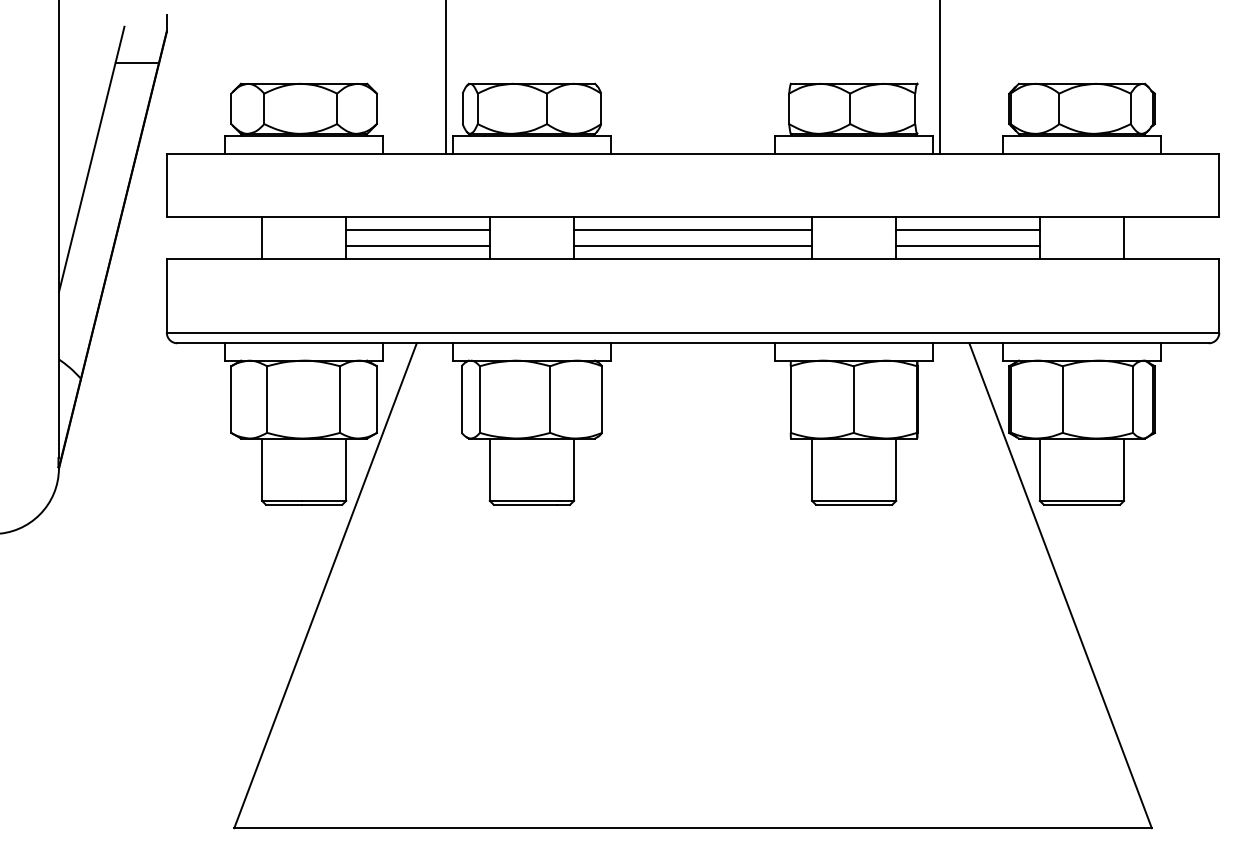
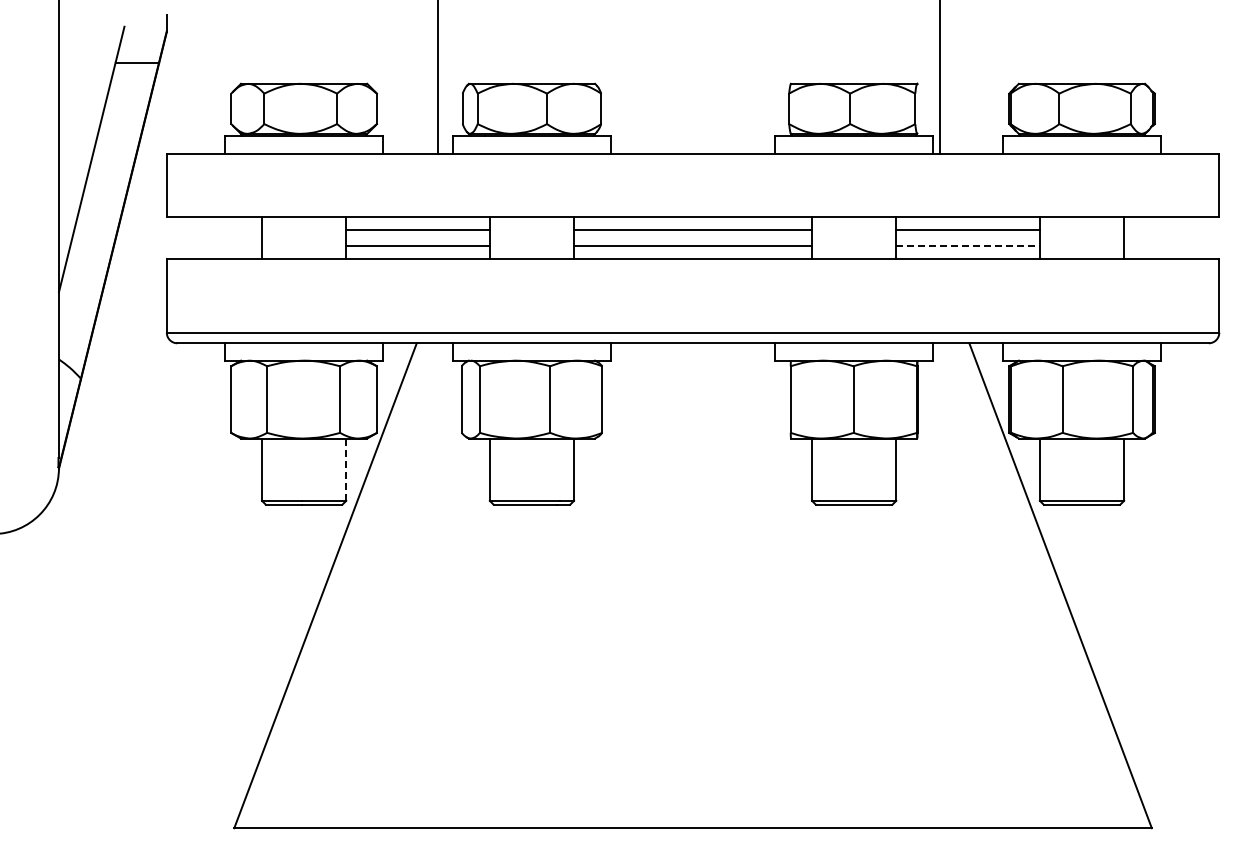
line at (445, 77) position: (445, 77) -> (437, 77)
line at (968, 245): solid -> dashed
line at (346, 469): solid -> dashed
